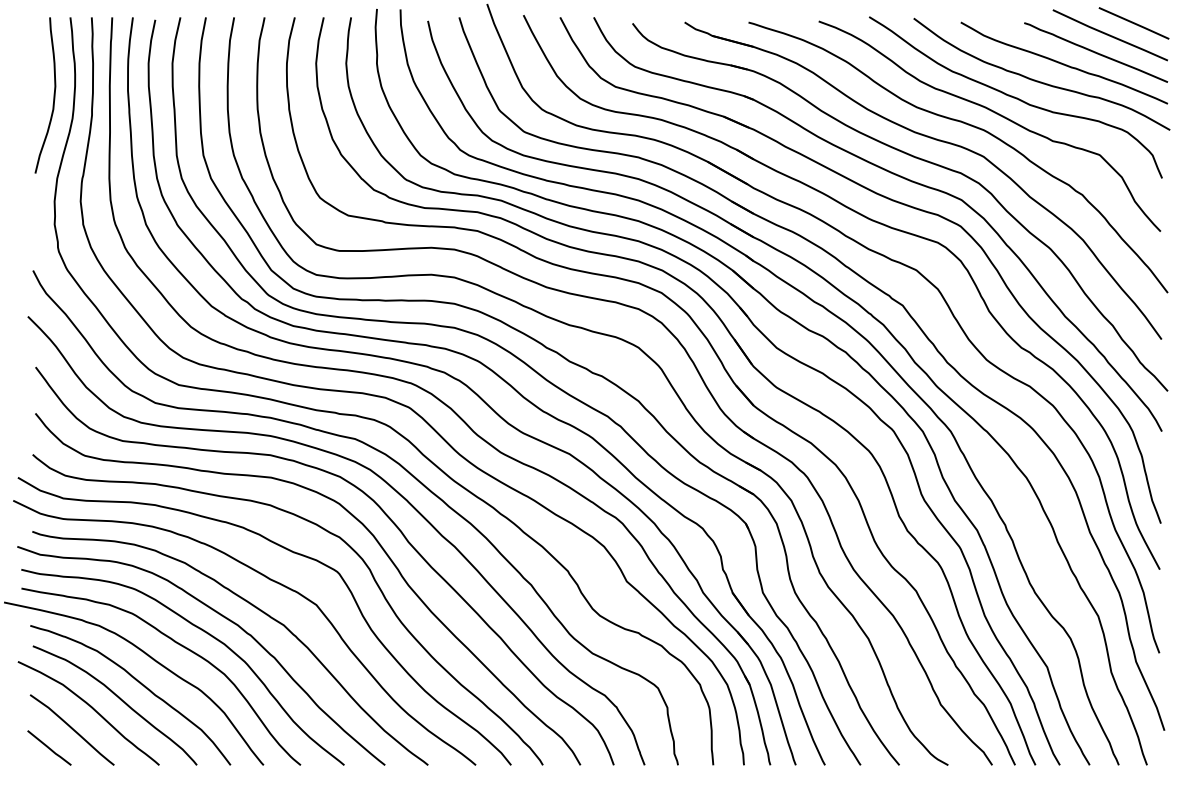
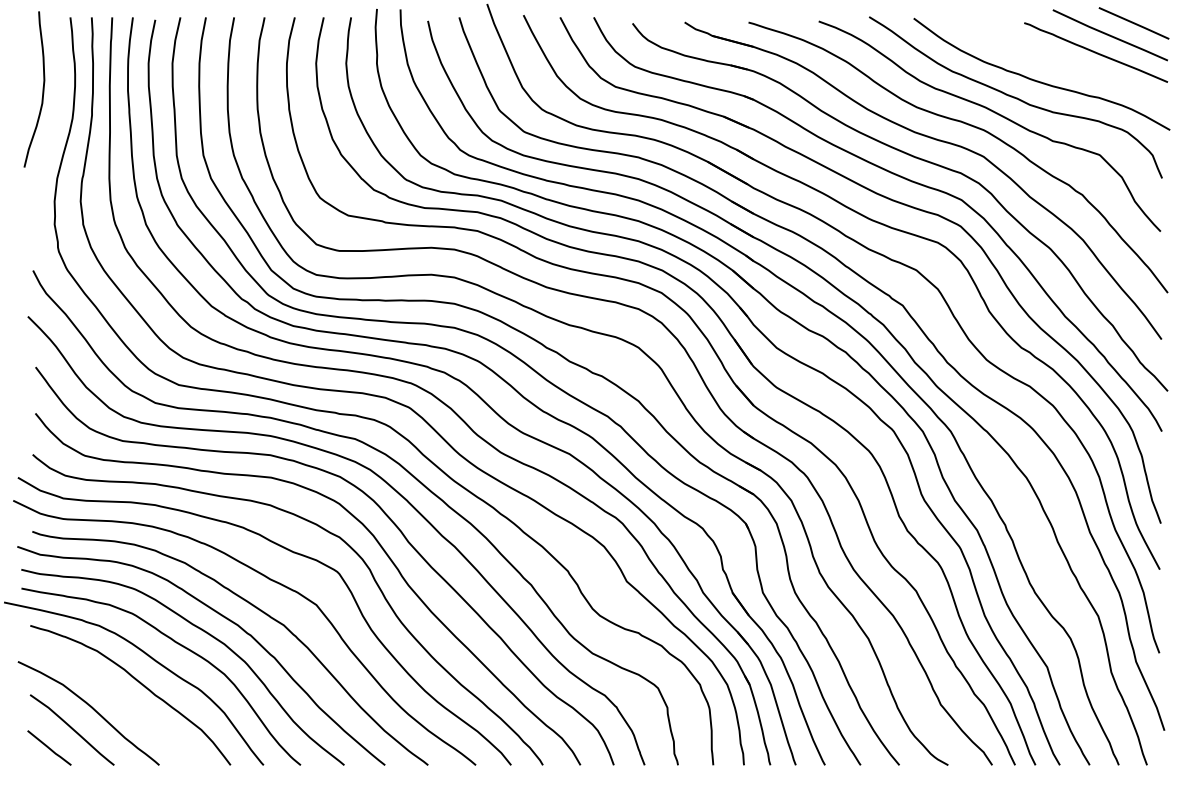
curve at (1064, 63): present -> none
curve at (53, 95) position: (53, 95) -> (42, 89)
curve at (119, 699): present -> none
